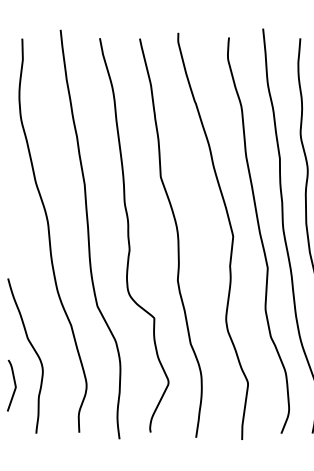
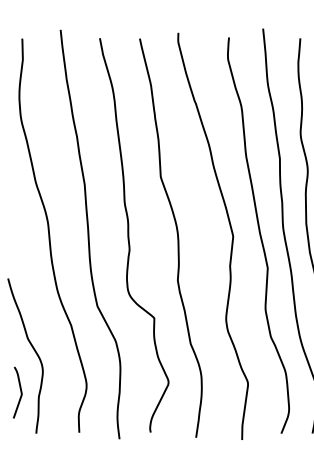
curve at (14, 385) position: (14, 385) -> (20, 392)
